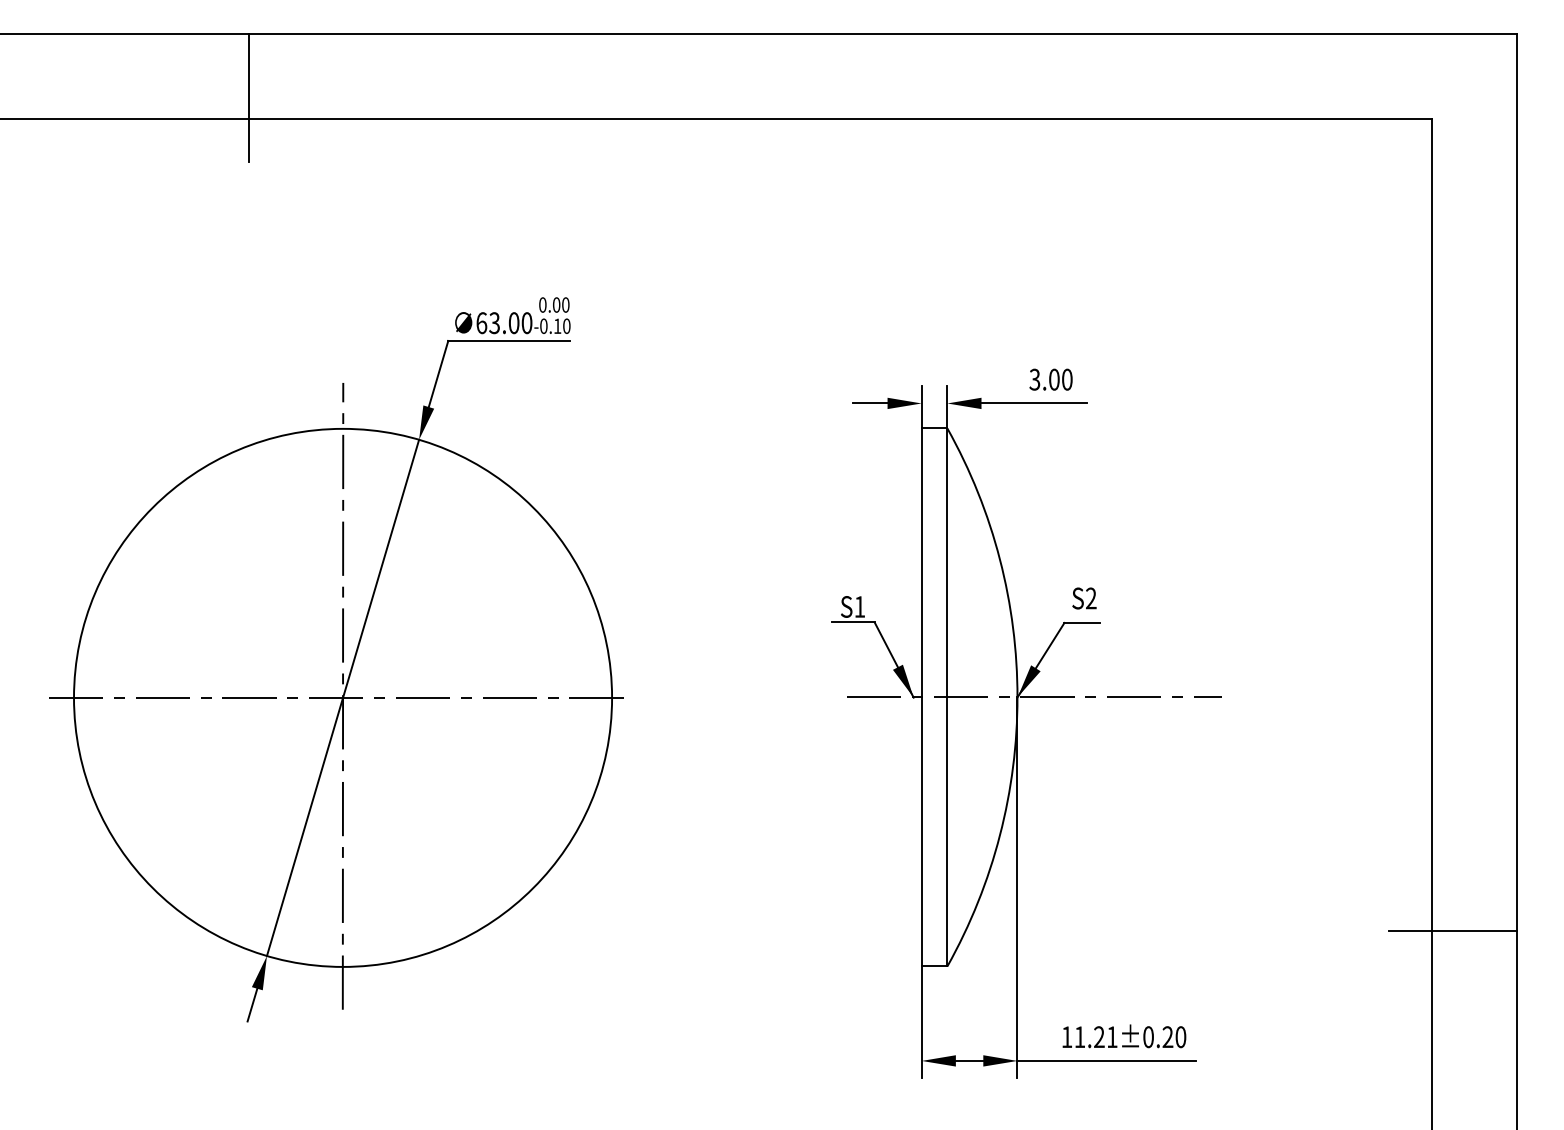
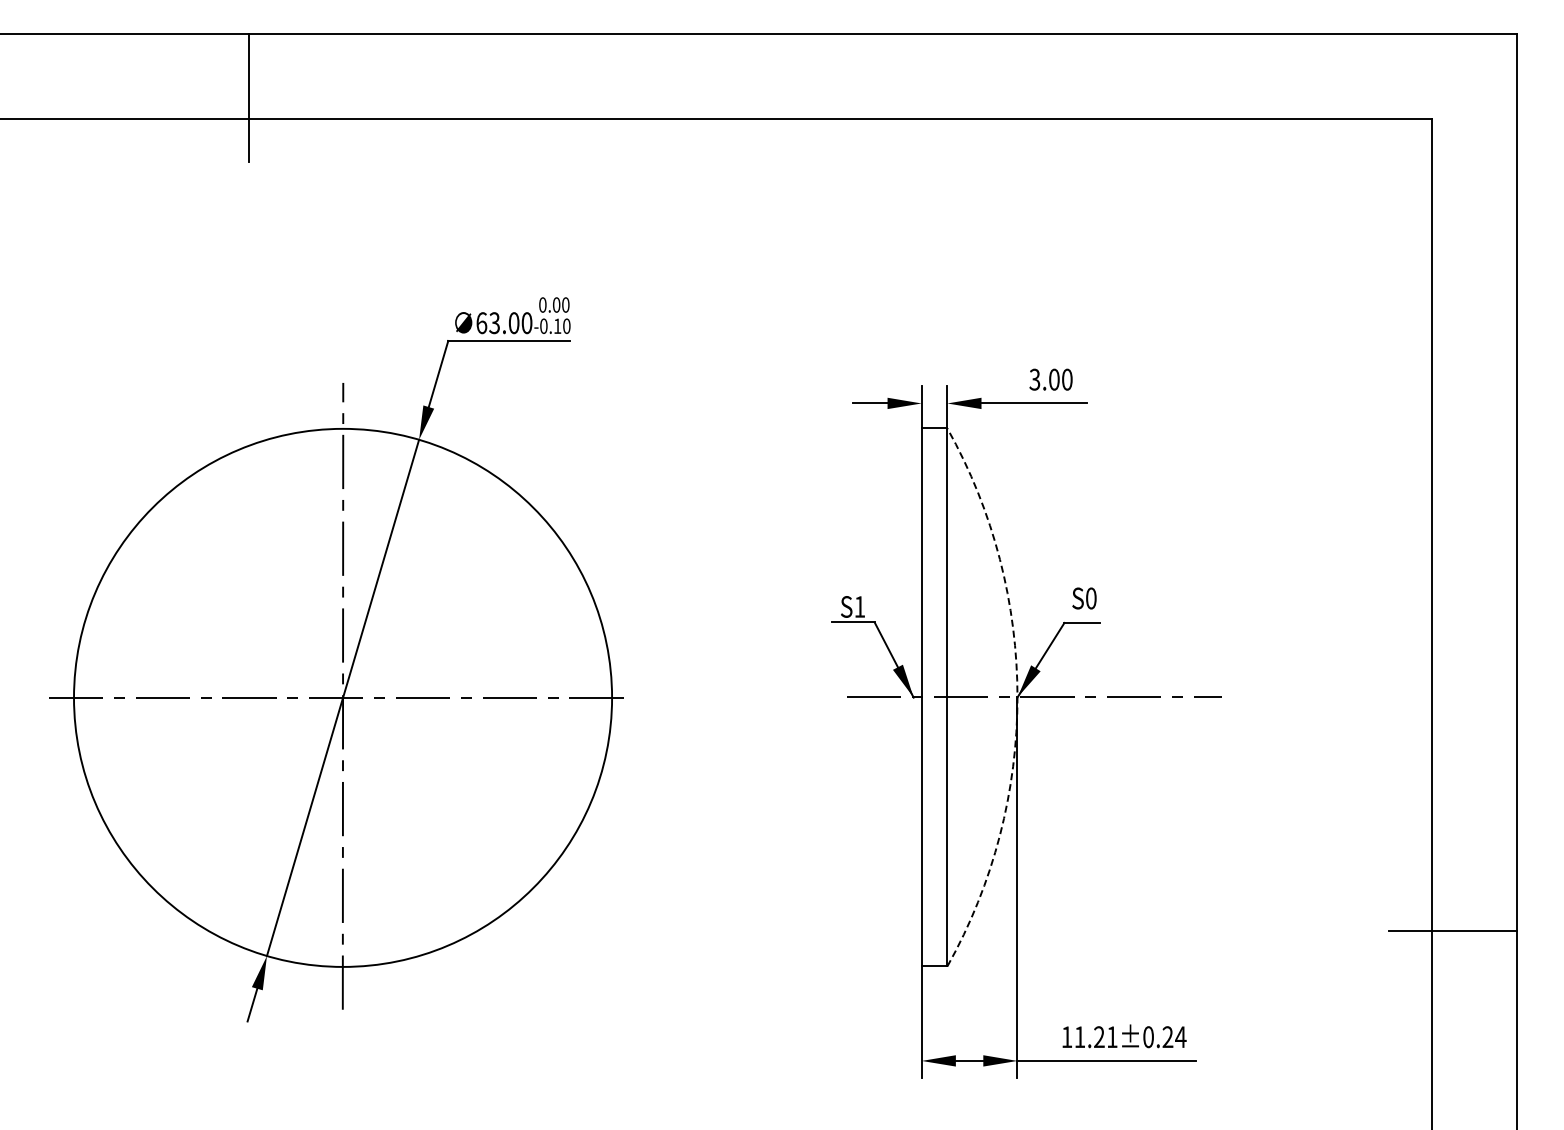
text at (1091, 598): S2 -> S0
arc at (1017, 697): solid -> dashed
text at (1180, 1037): 11.21±0.20 -> 11.21±0.24
